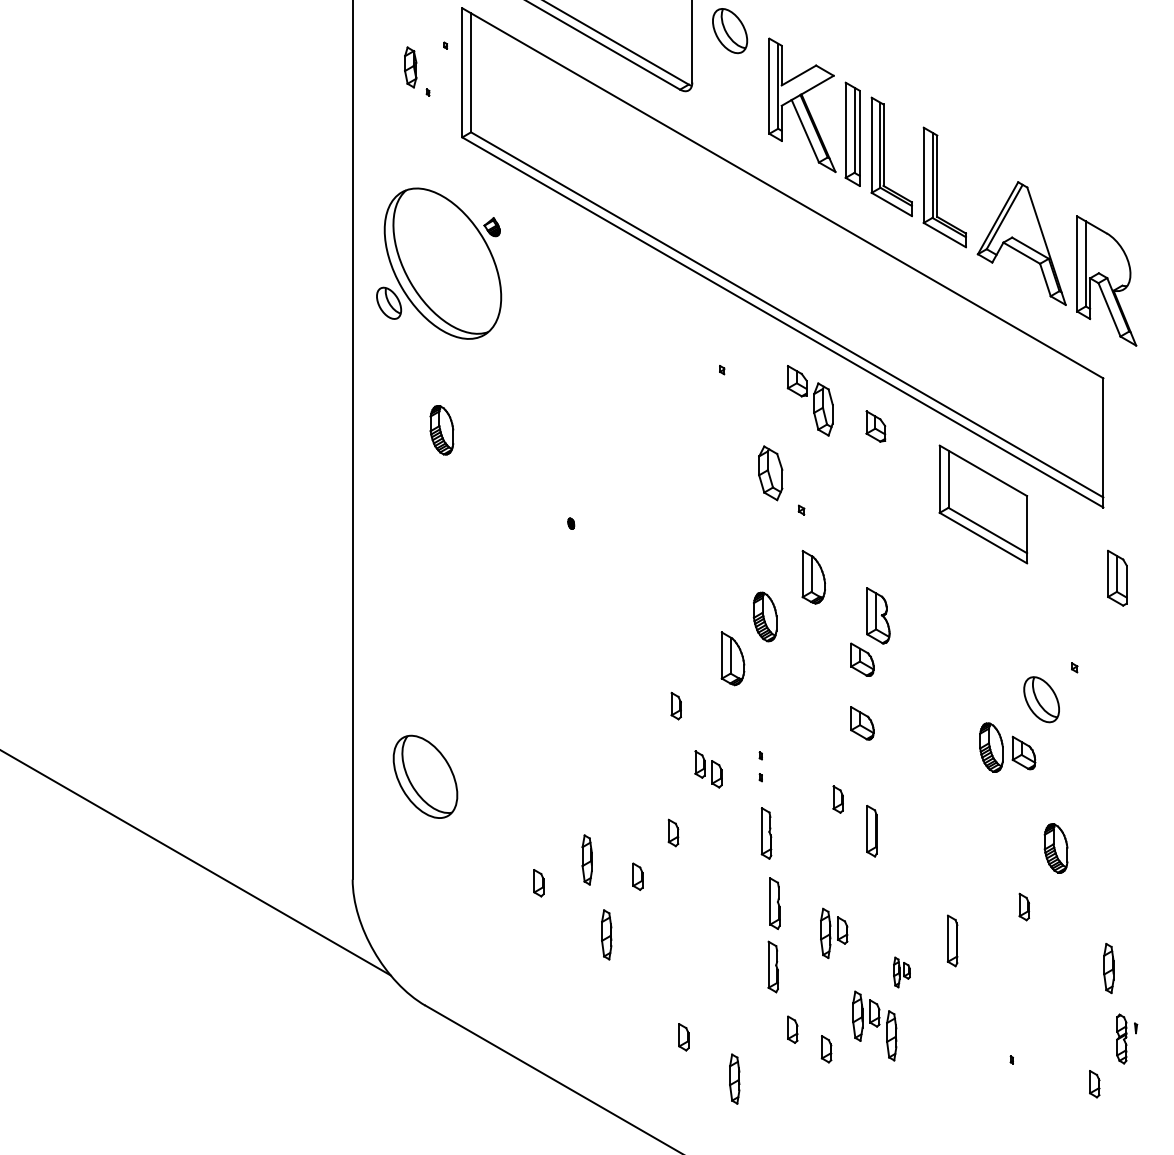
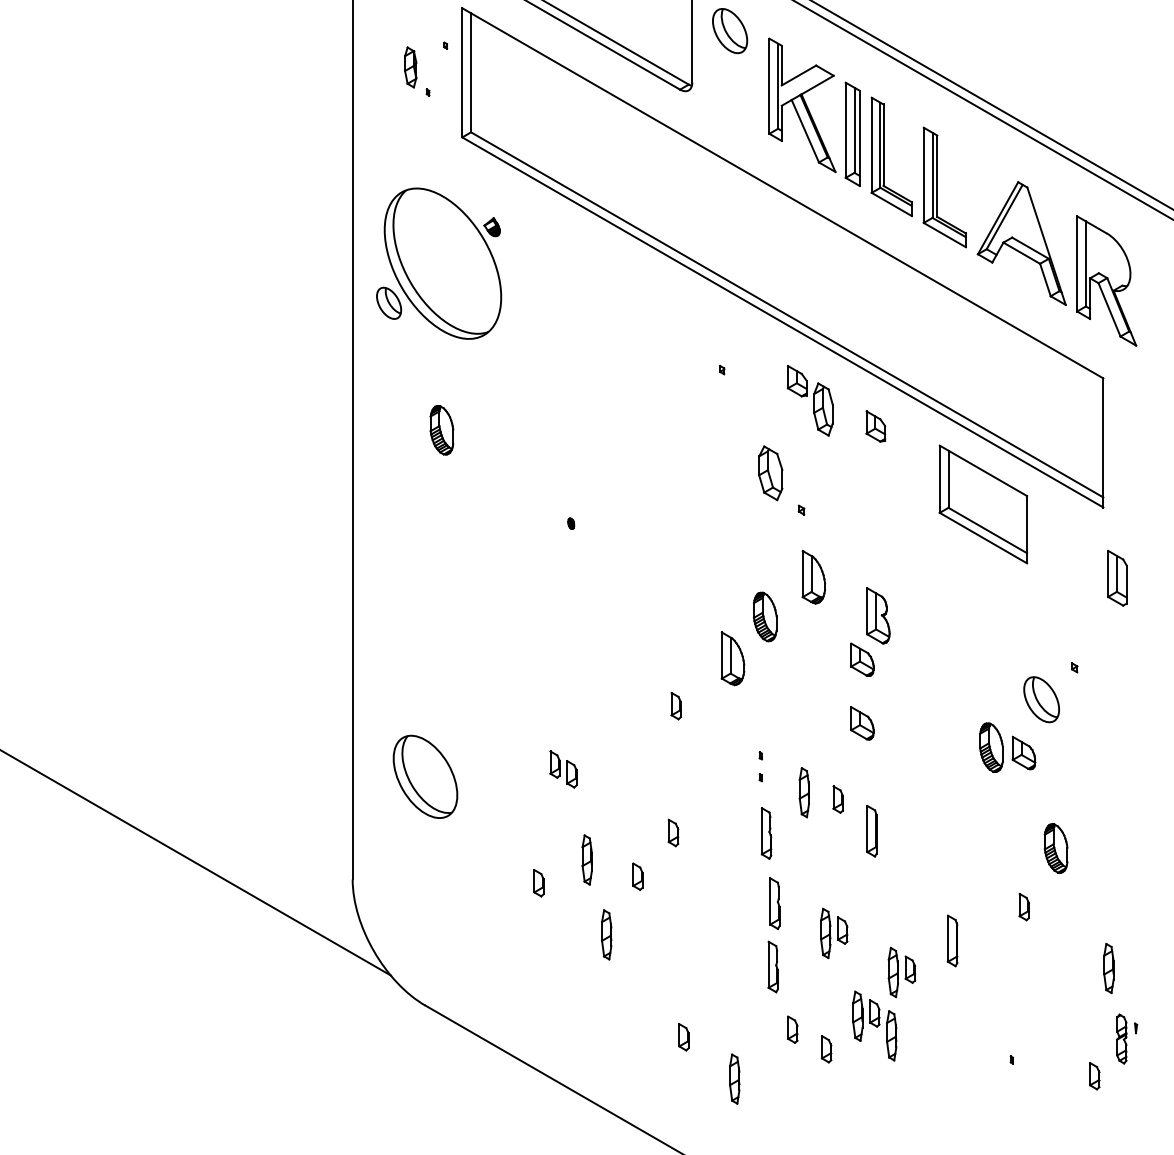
line at (991, 105): none -> present
line at (983, 110): none -> present
part at (708, 769) position: (708, 769) -> (563, 769)
part at (803, 792): none -> present
part at (901, 972) size: 18x33 px -> 30x53 px
part at (1094, 1084) position: (1094, 1084) -> (1094, 1076)
